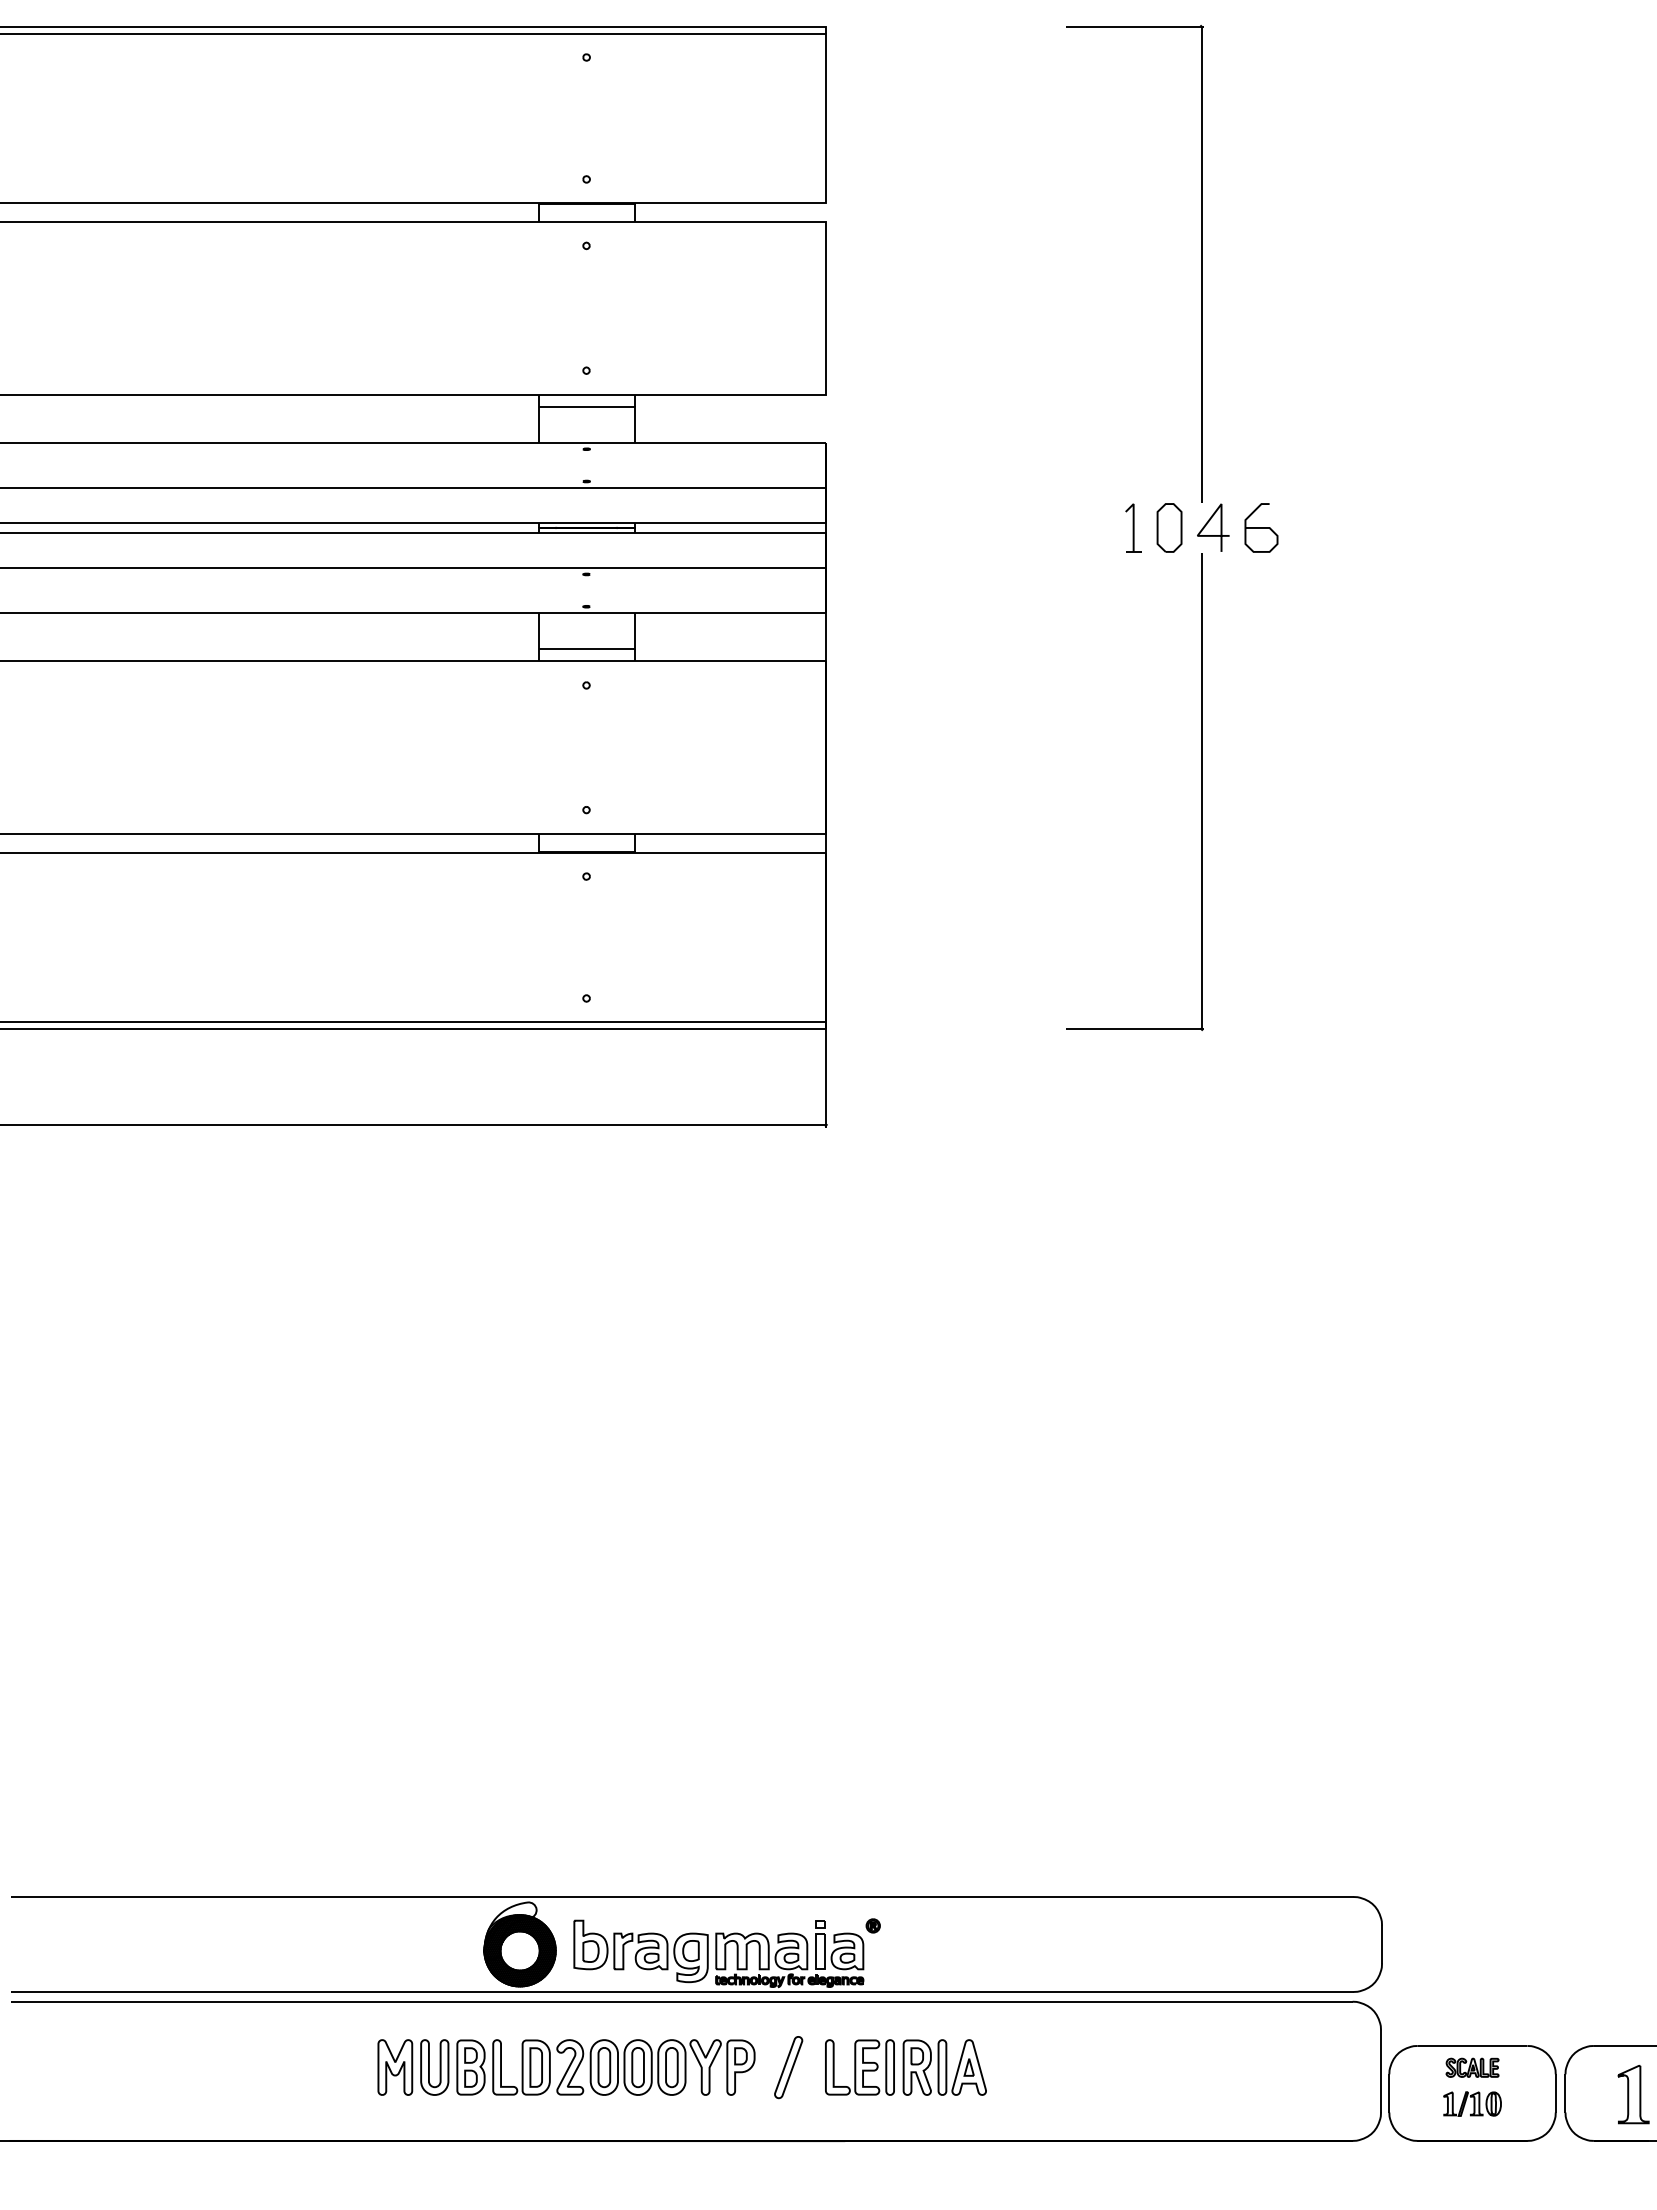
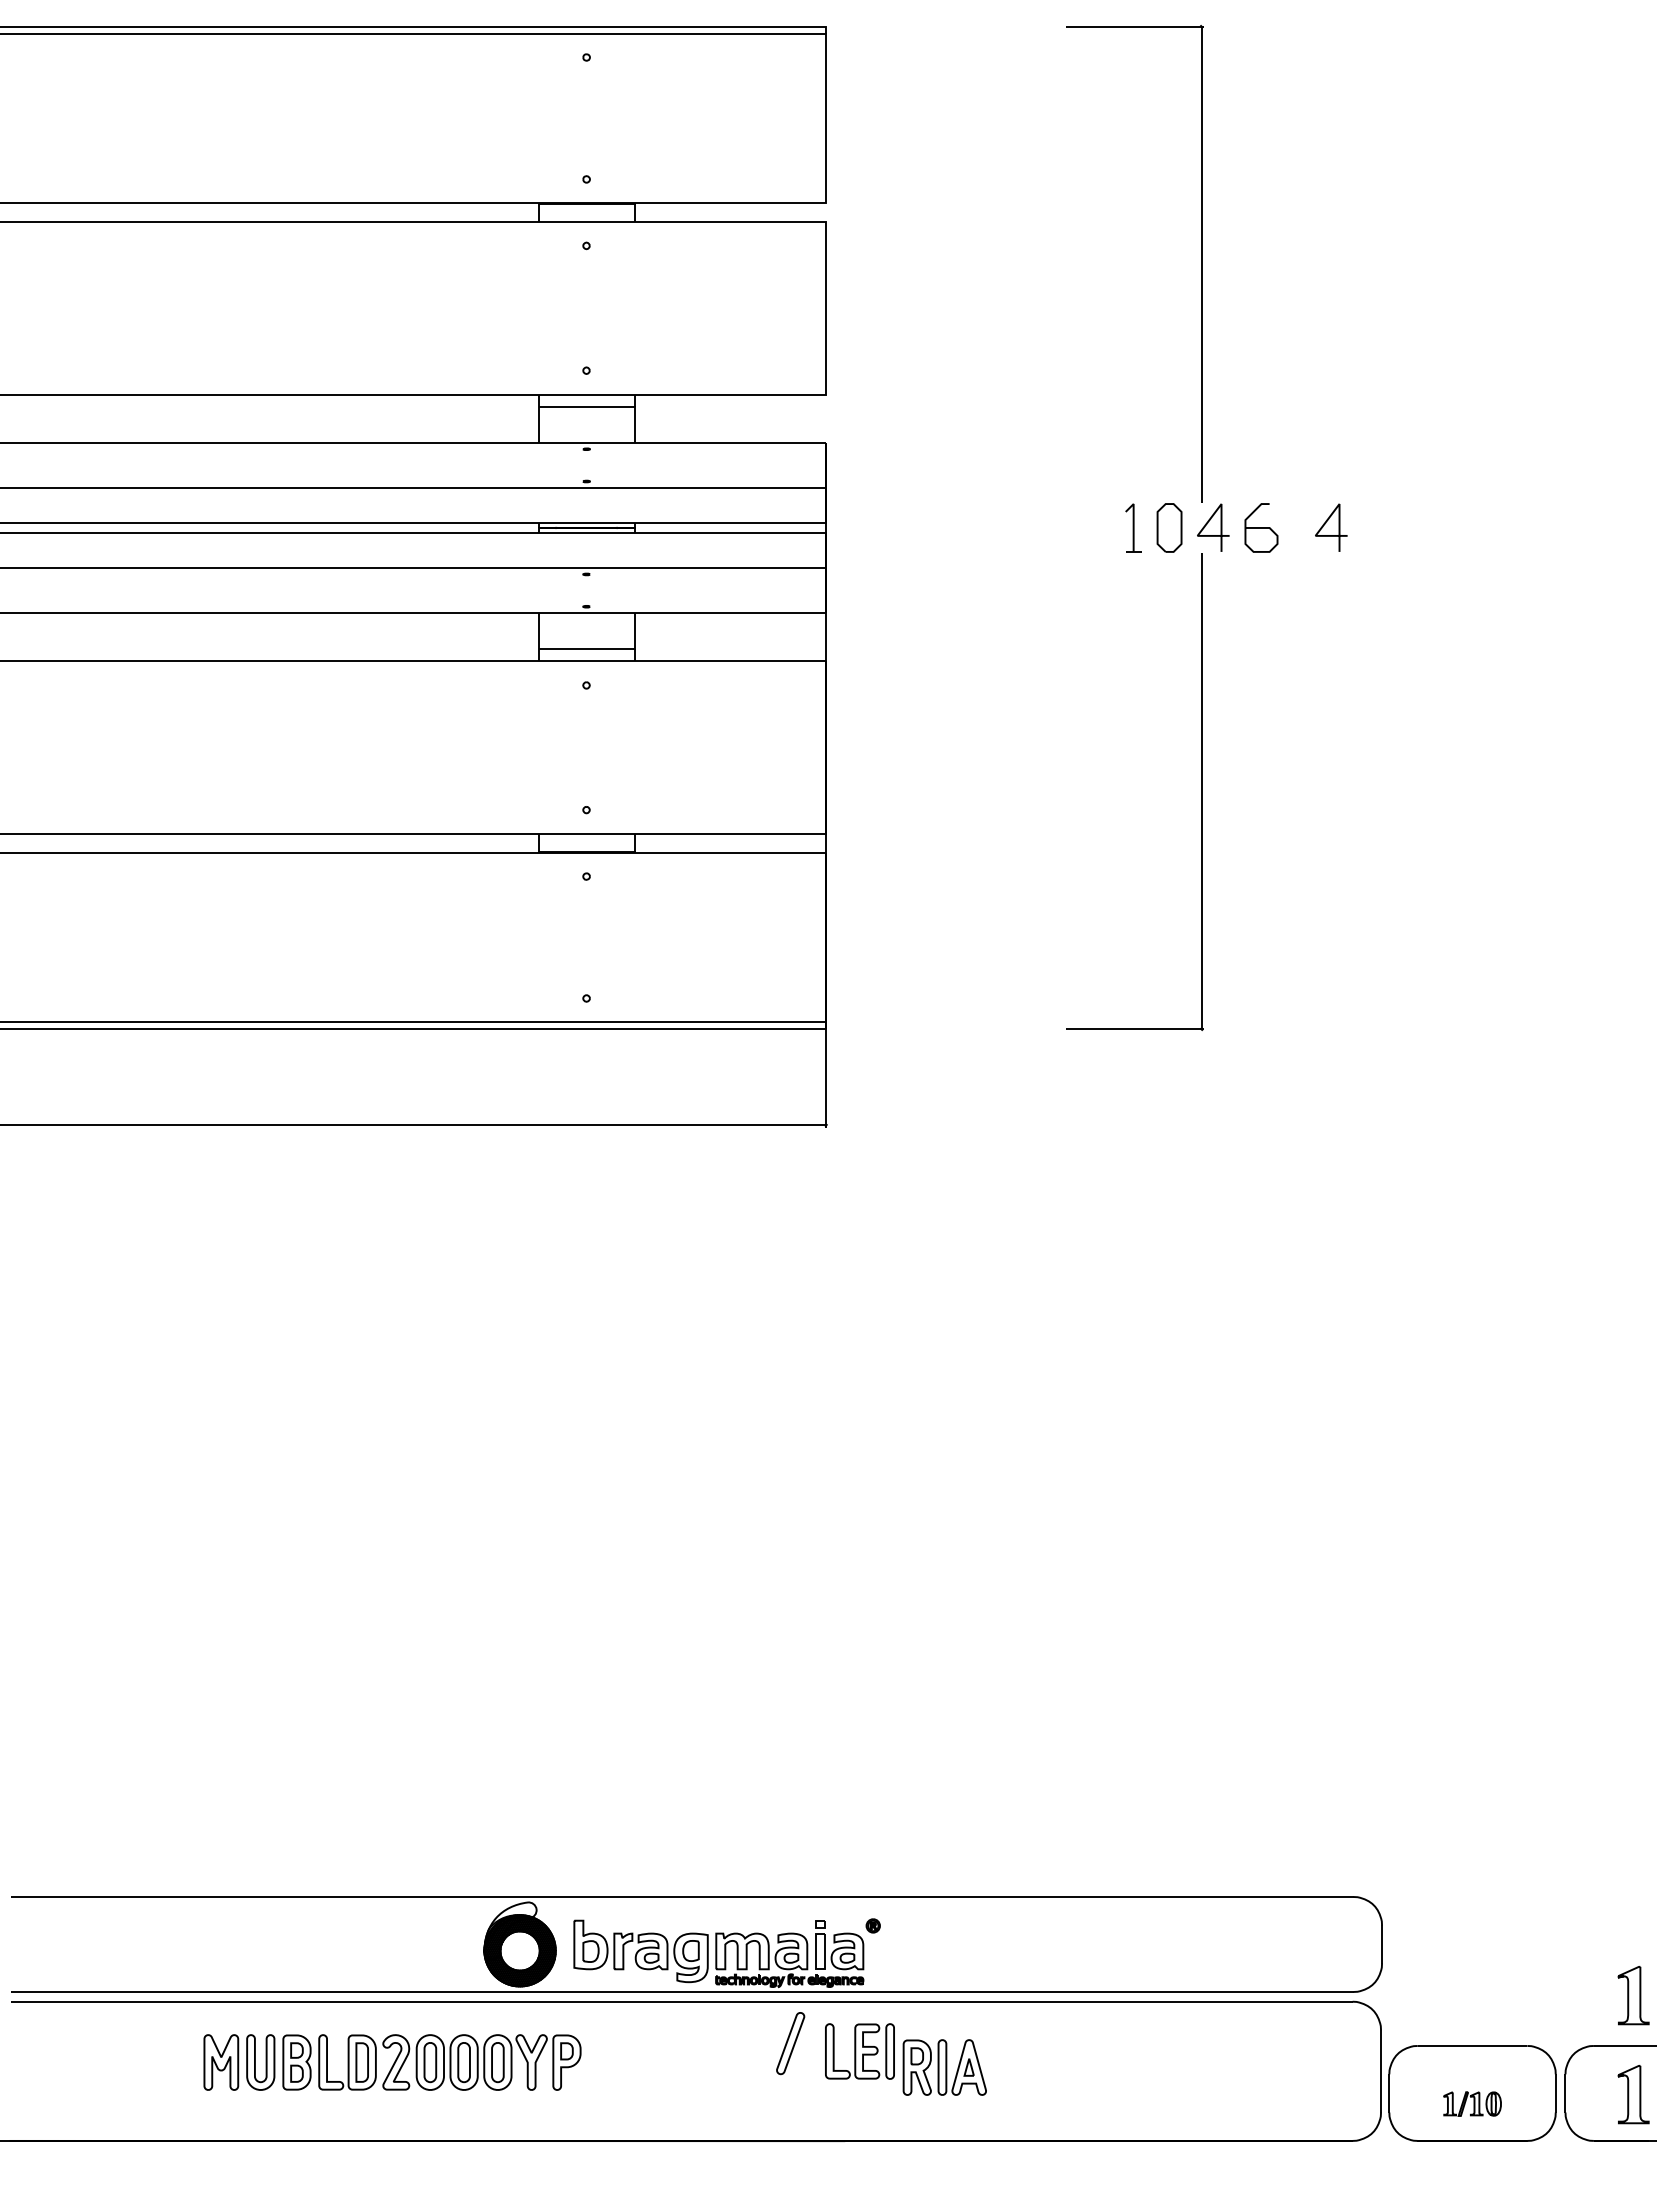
curve at (1326, 523): none -> present
part at (1633, 1995): none -> present
part at (566, 2067) position: (566, 2067) -> (392, 2062)
part at (788, 2067) position: (788, 2067) -> (790, 2043)
part at (859, 2067) position: (859, 2067) -> (859, 2051)
part at (1472, 2067): present -> none
